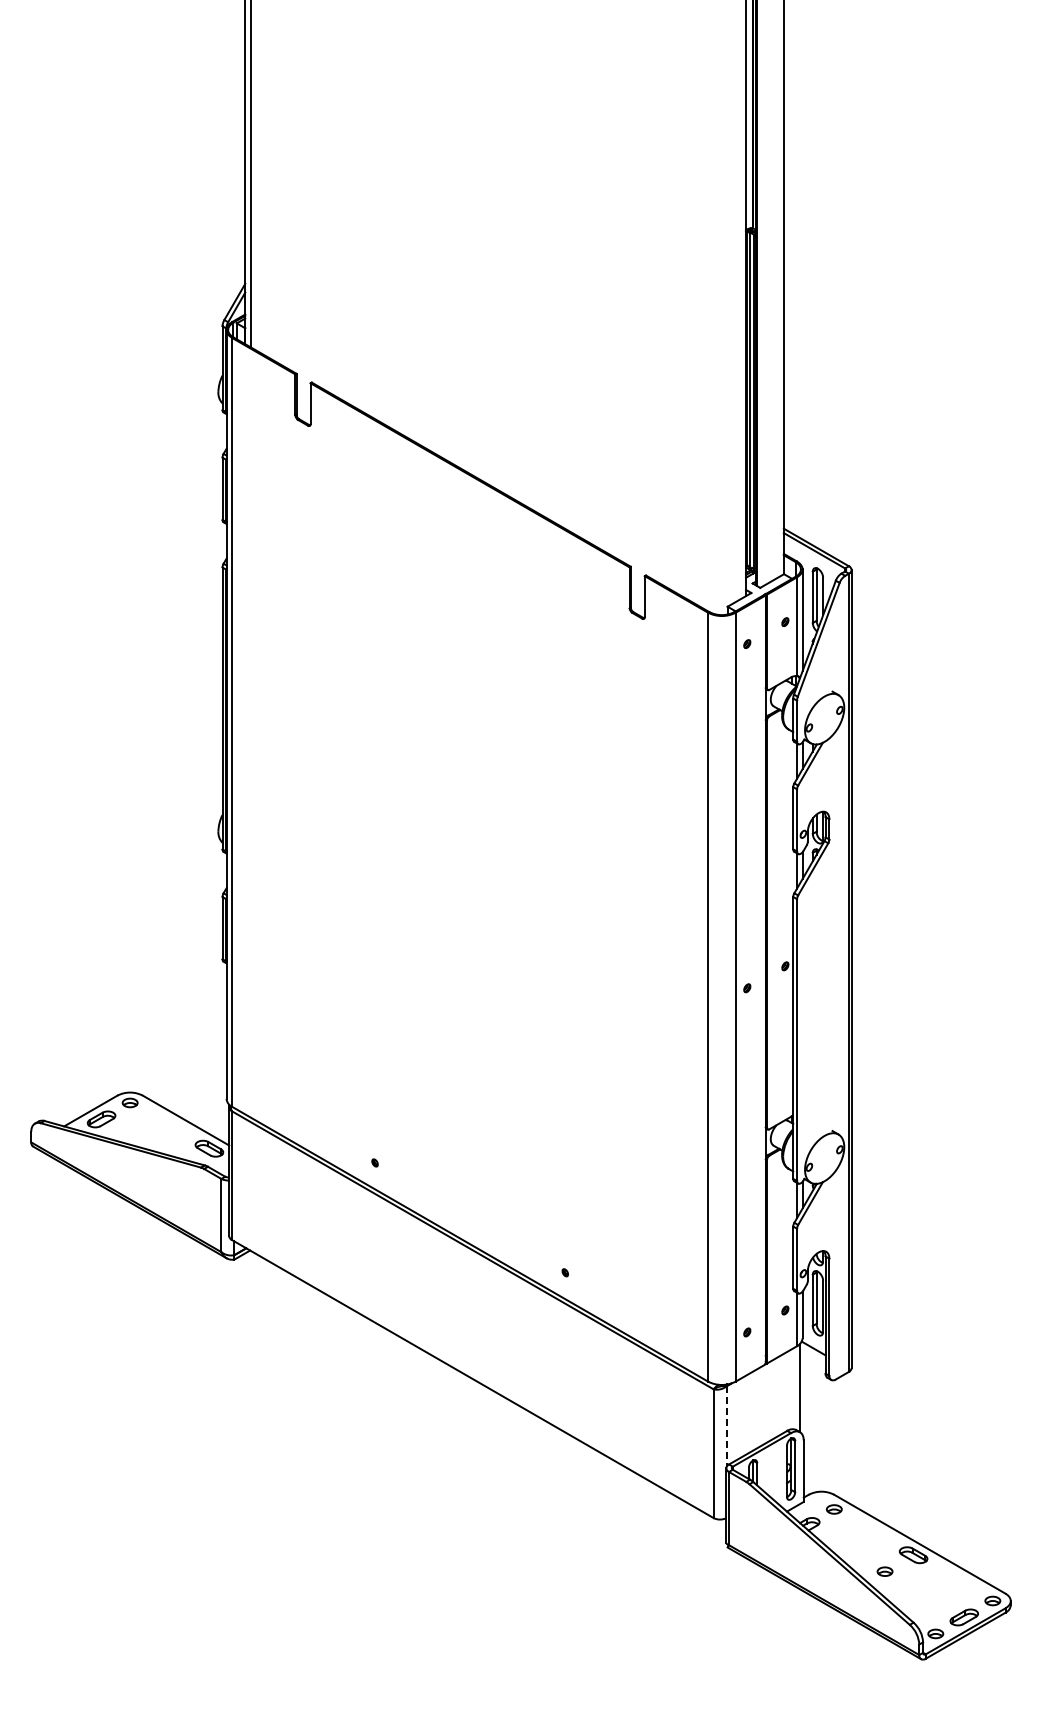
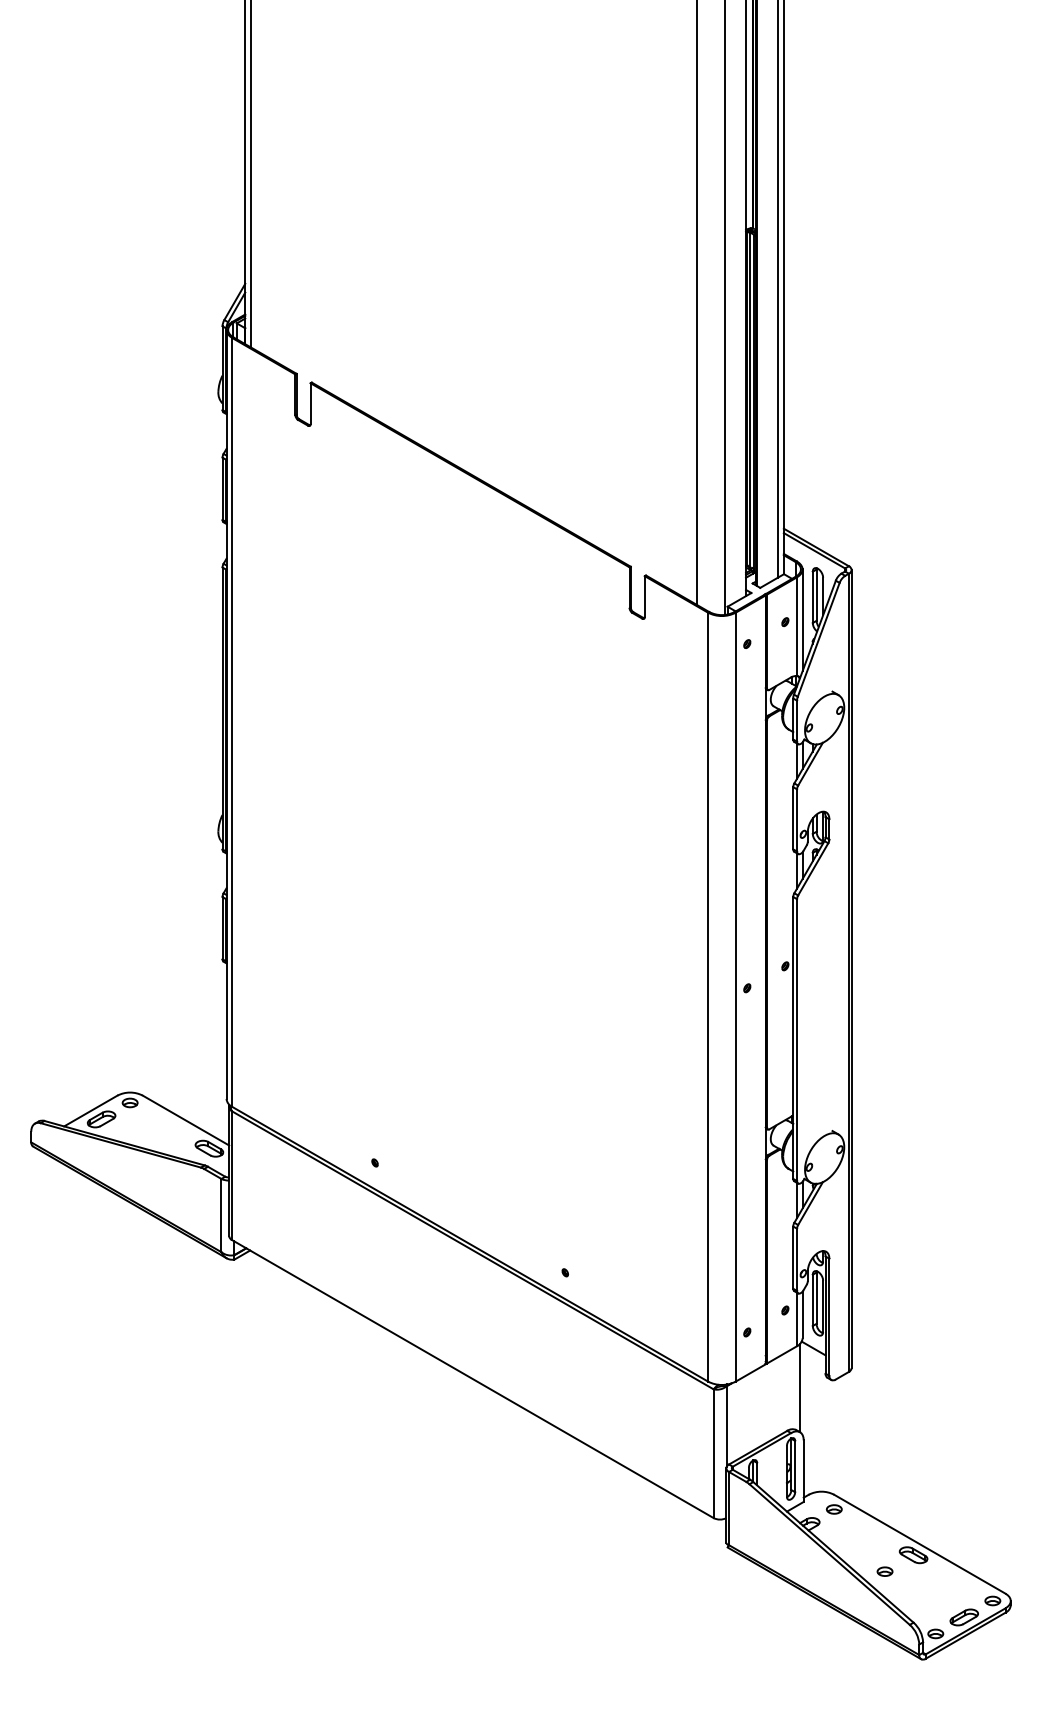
line at (778, 289): none -> present
line at (697, 303): none -> present
line at (725, 308): none -> present
line at (726, 1427): dashed -> solid
